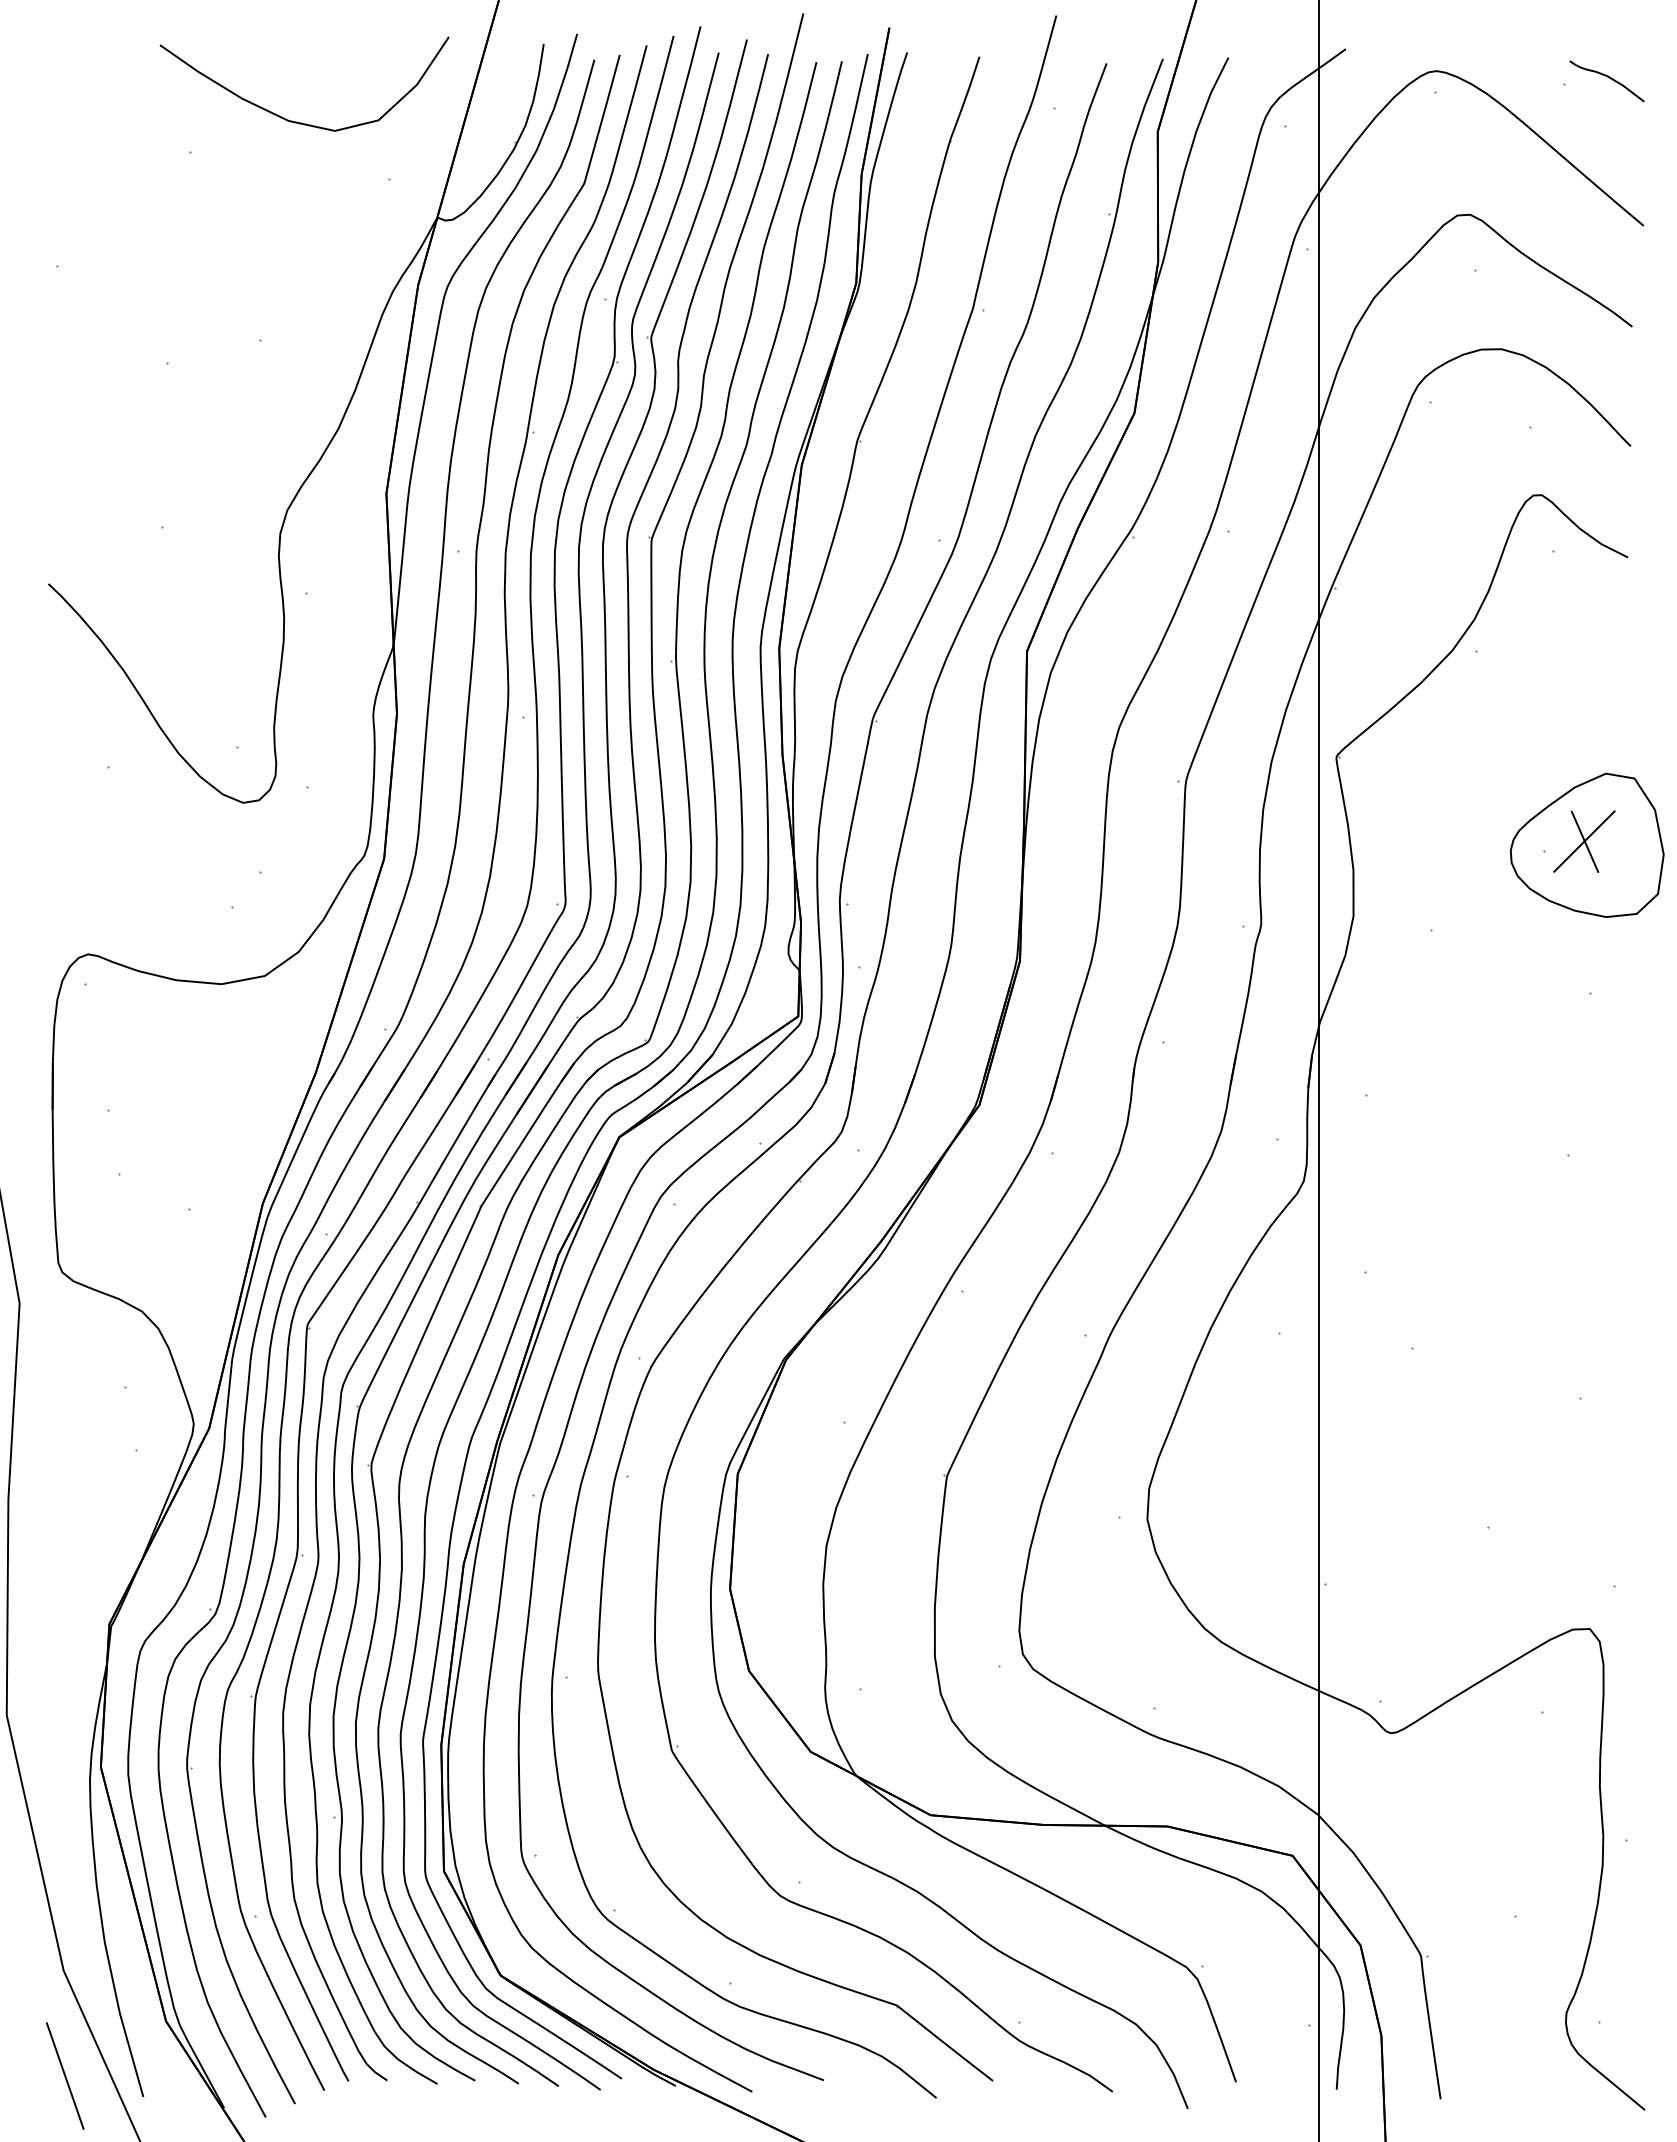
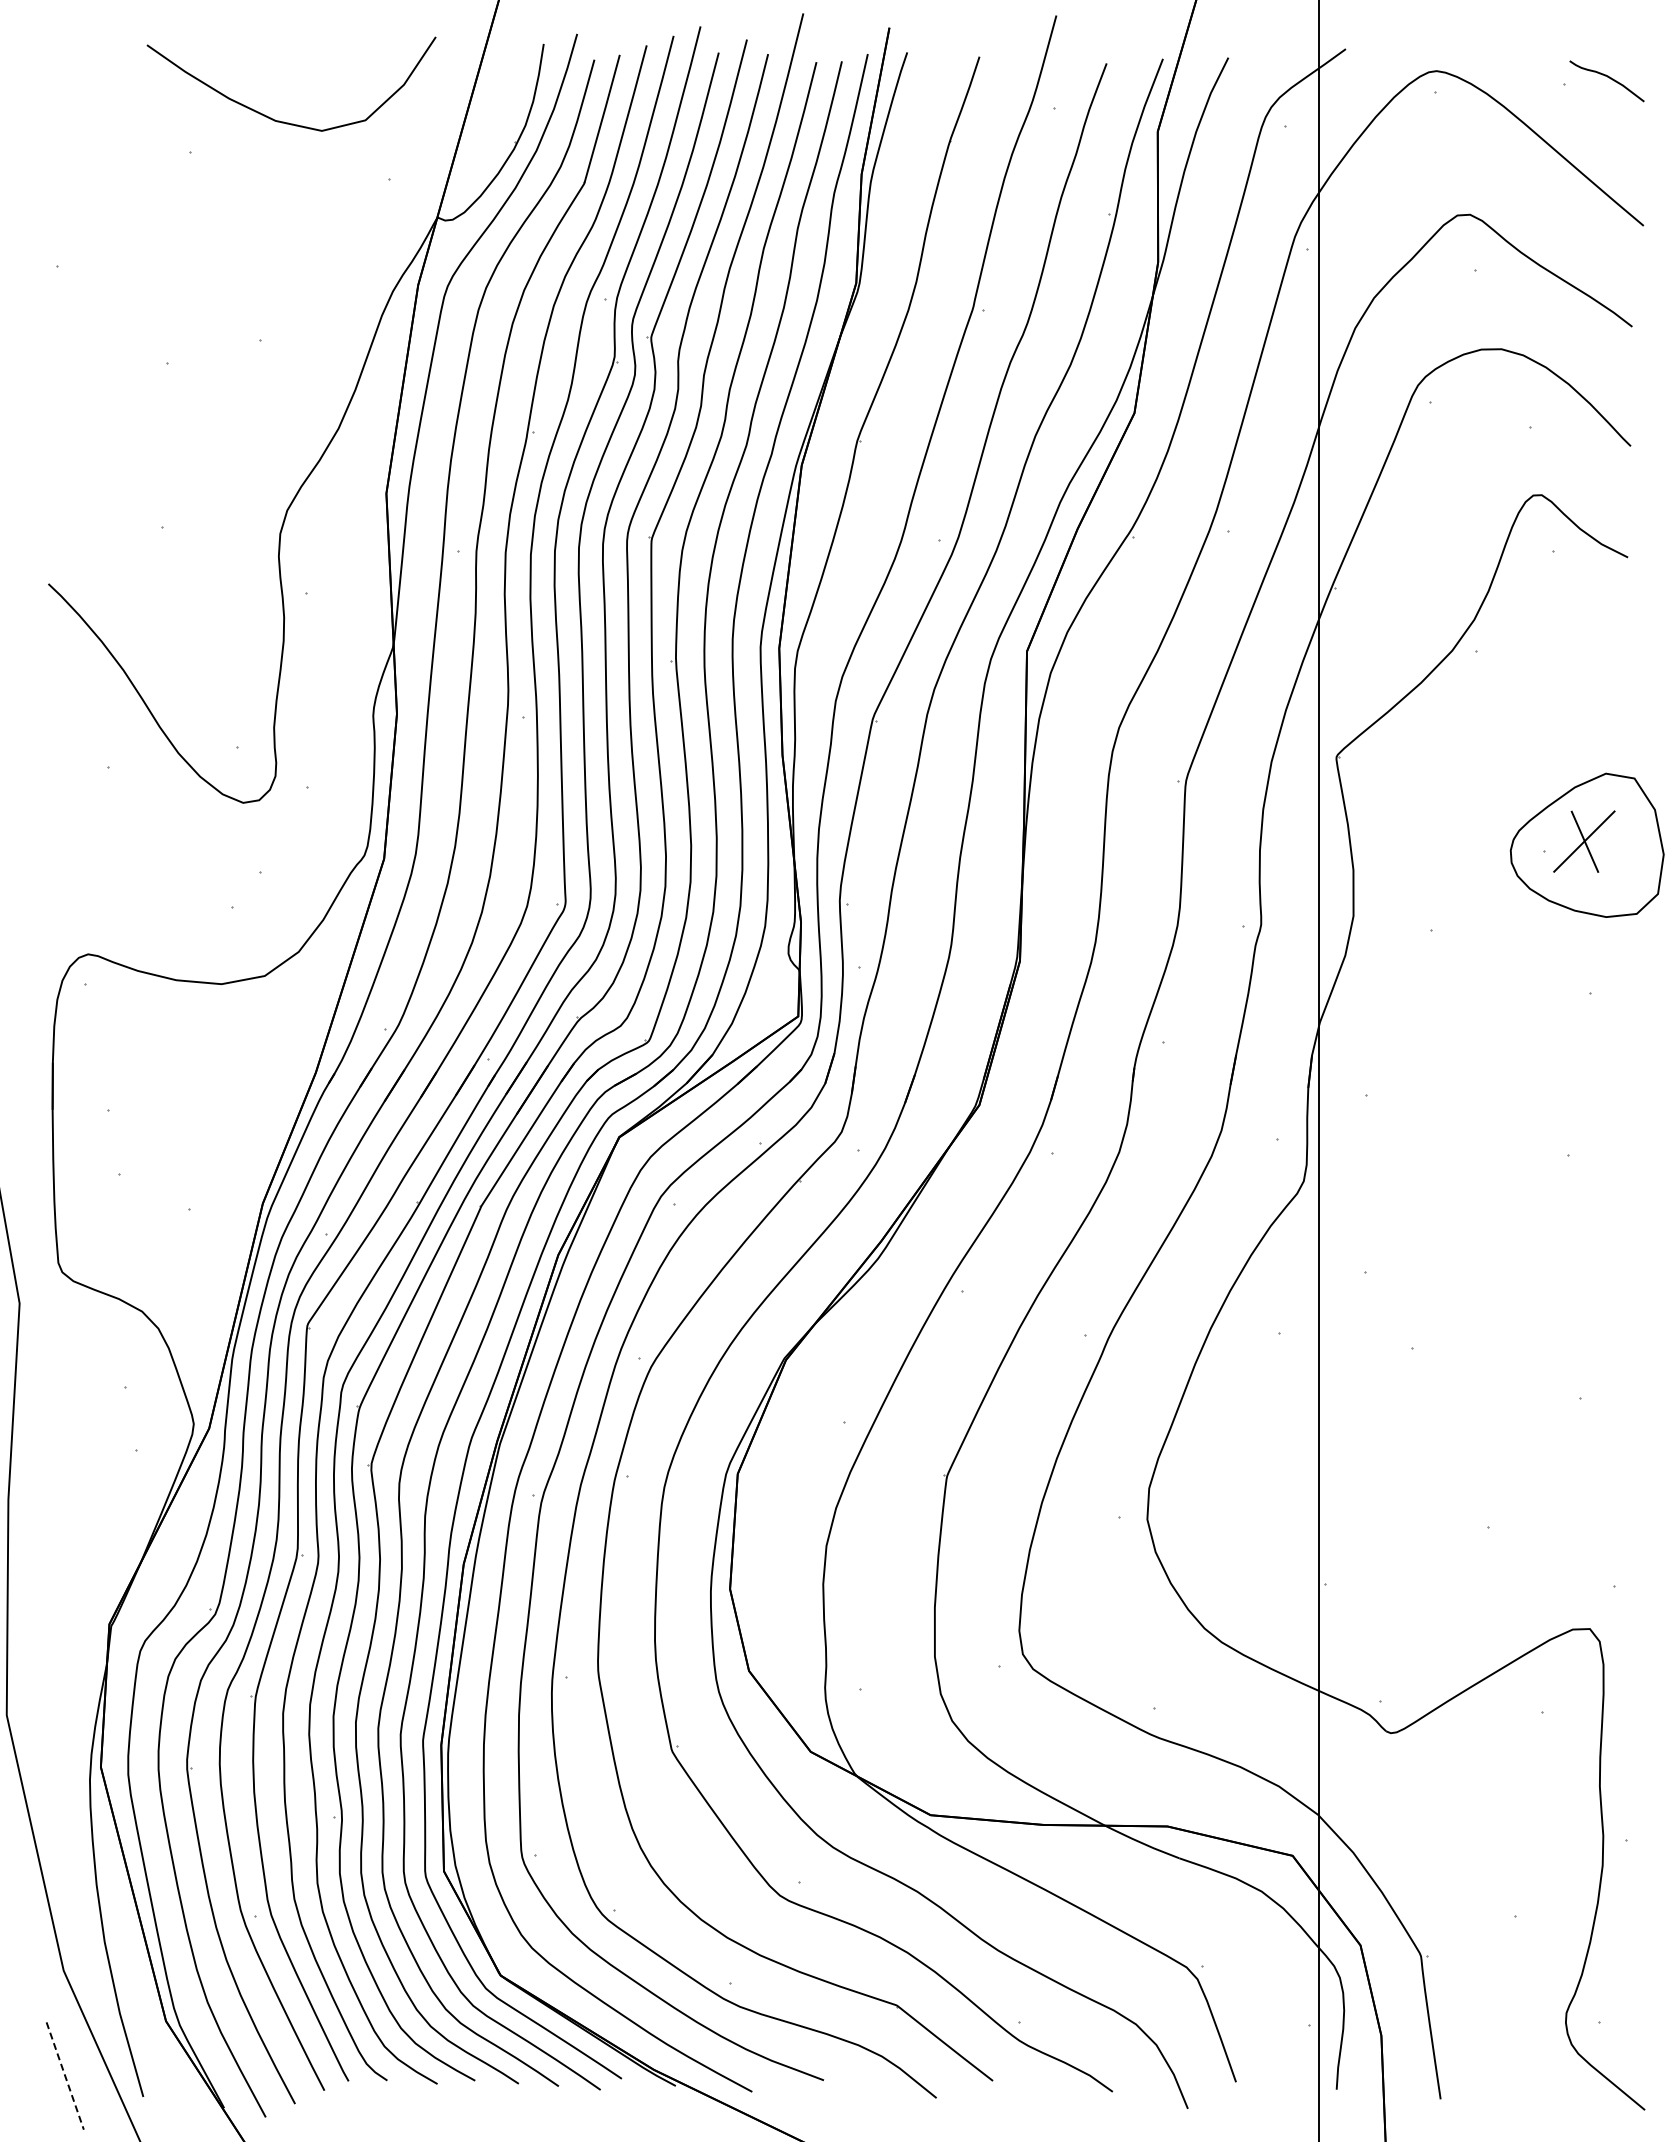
curve at (297, 121) position: (297, 121) -> (284, 121)
line at (65, 2076): solid -> dashed
